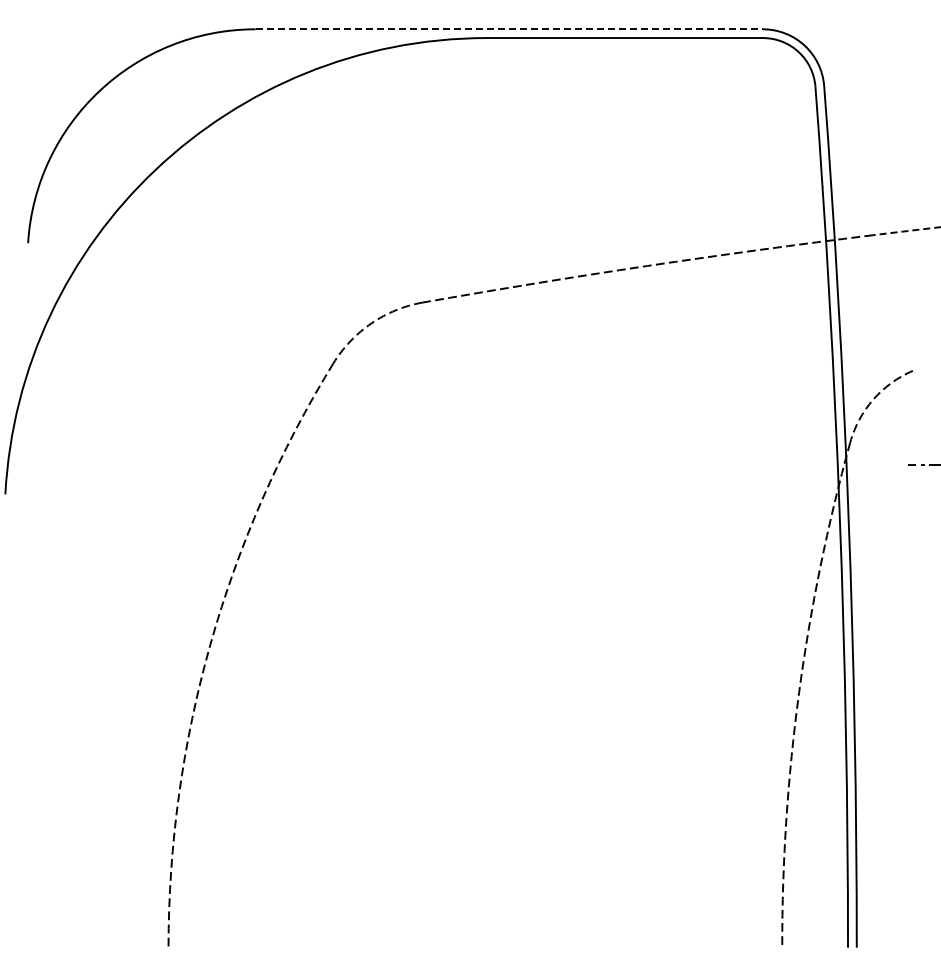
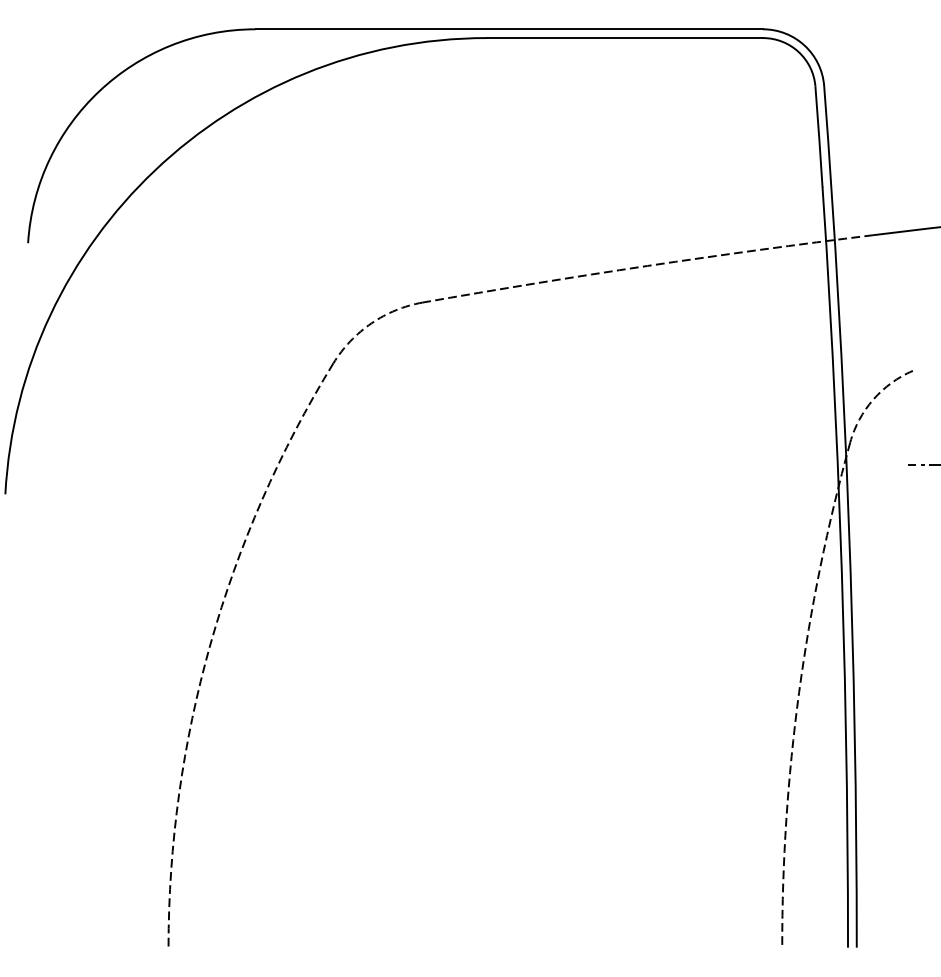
line at (509, 29): dashed -> solid
arc at (906, 231): dashed -> solid
